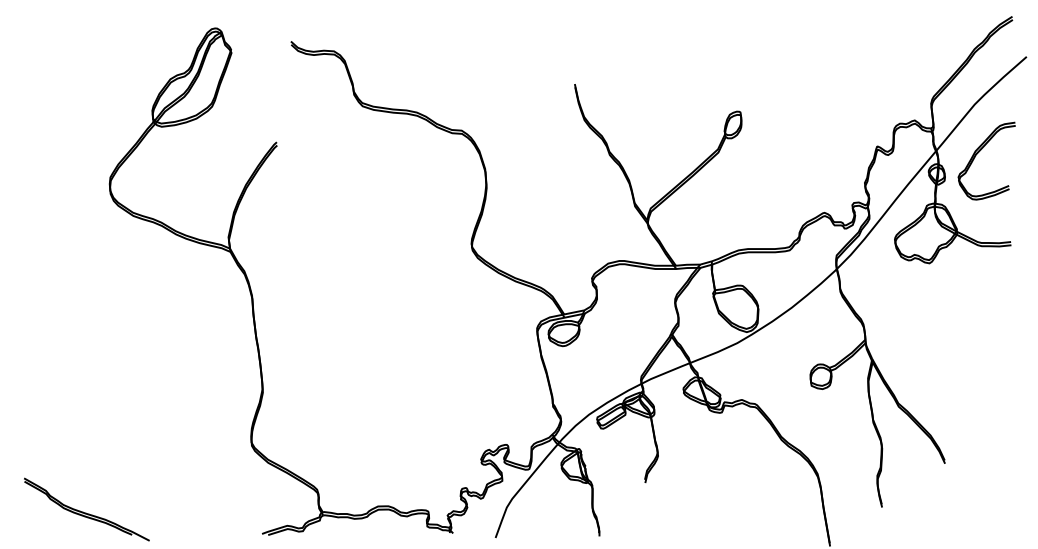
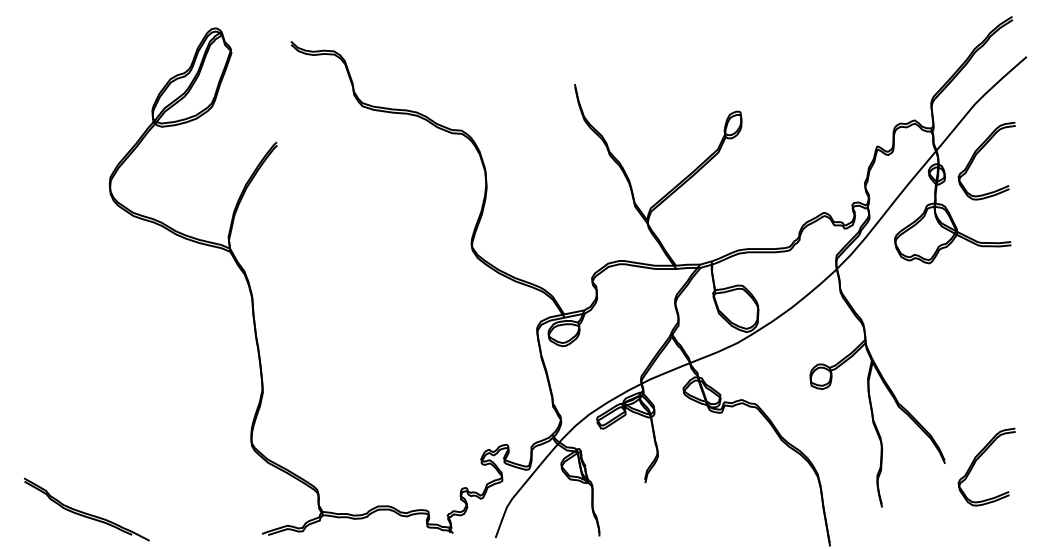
part at (979, 458): none -> present
